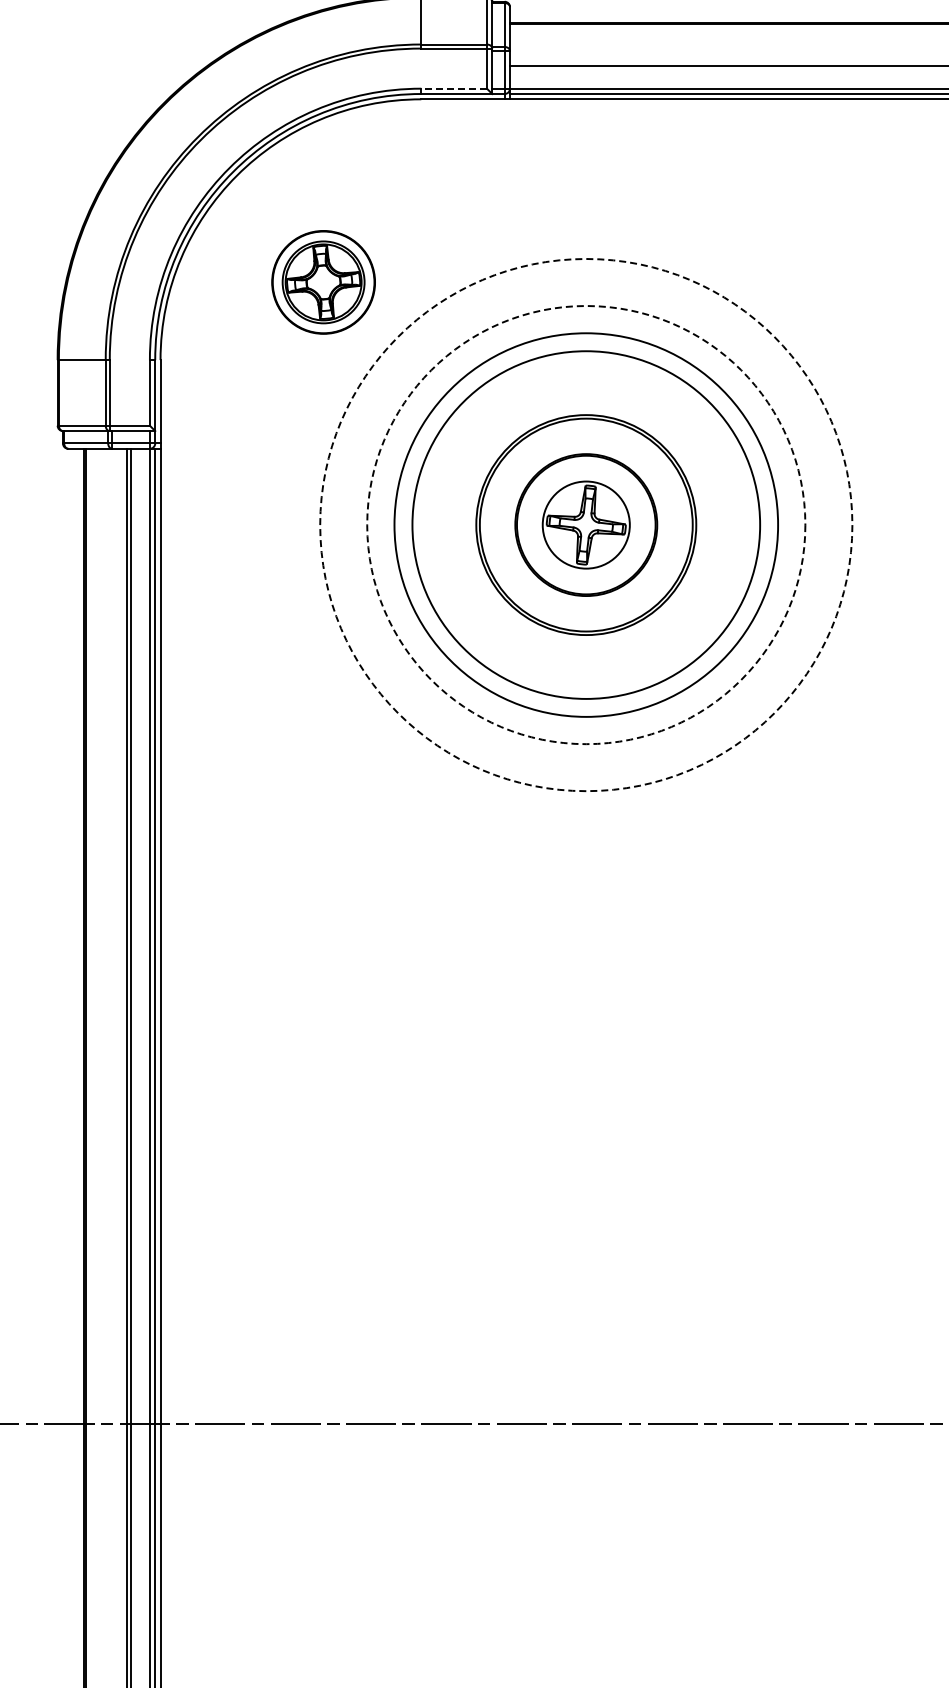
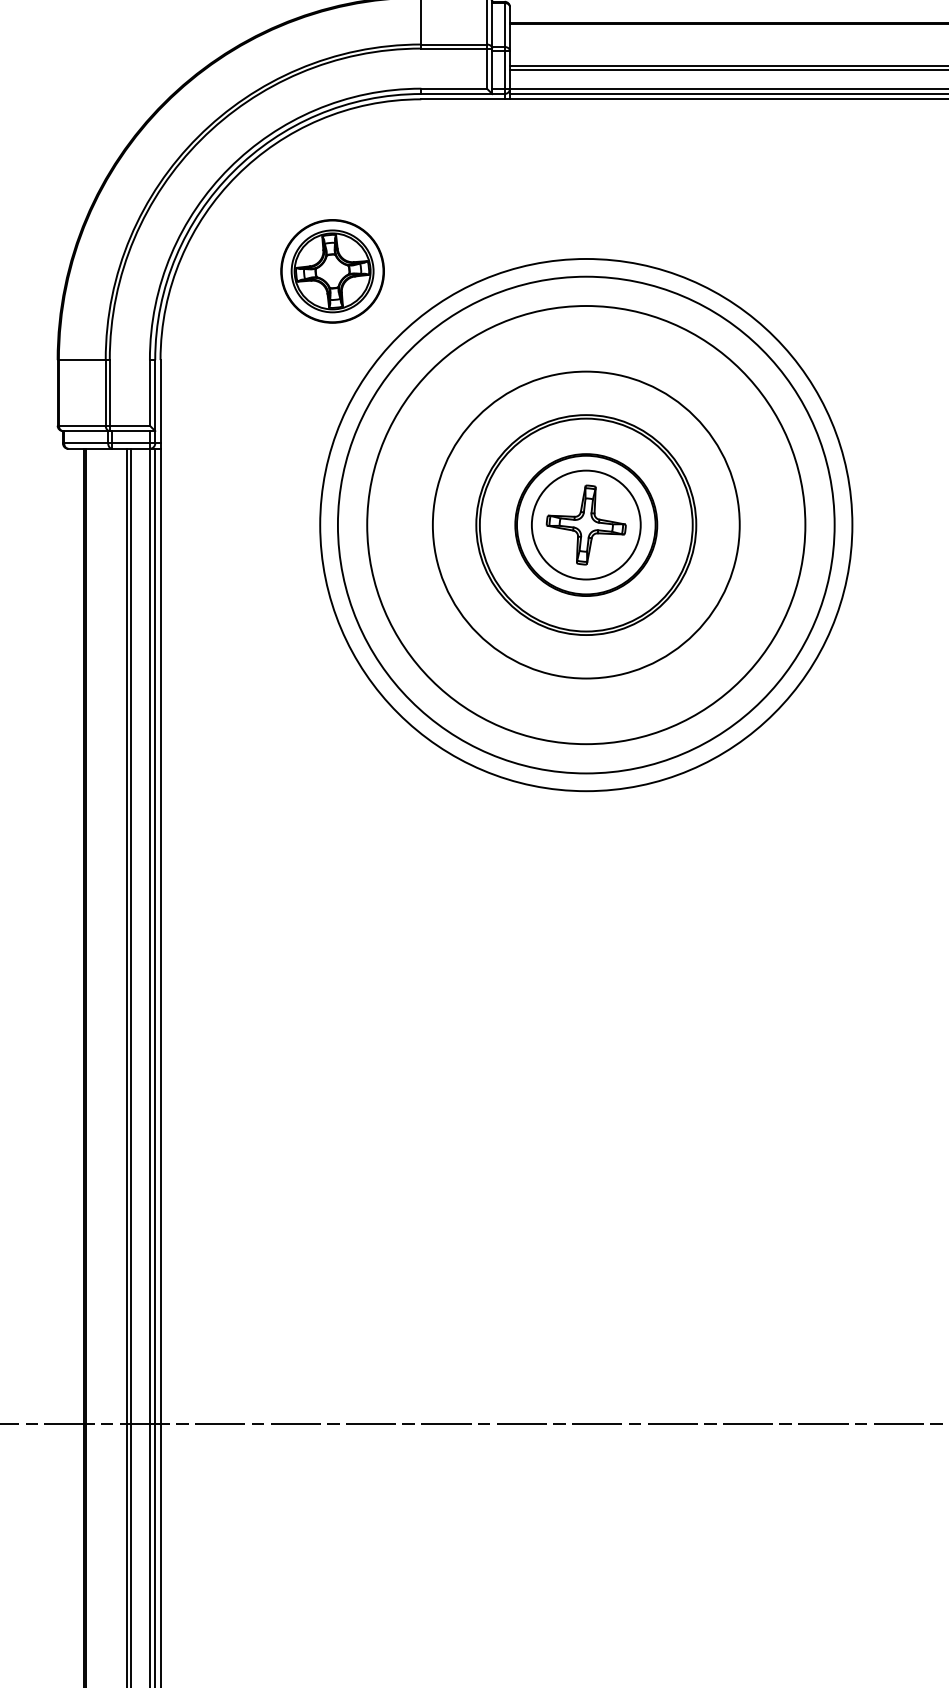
line at (727, 69): none -> present
line at (454, 88): dashed -> solid
part at (323, 282) position: (323, 282) -> (332, 271)
circle at (585, 524) diameter: 87 px -> 109 px
circle at (586, 524) diameter: 348 px -> 497 px
circle at (586, 524) diameter: 384 px -> 307 px
circle at (586, 524): dashed -> solid
circle at (586, 525): dashed -> solid
